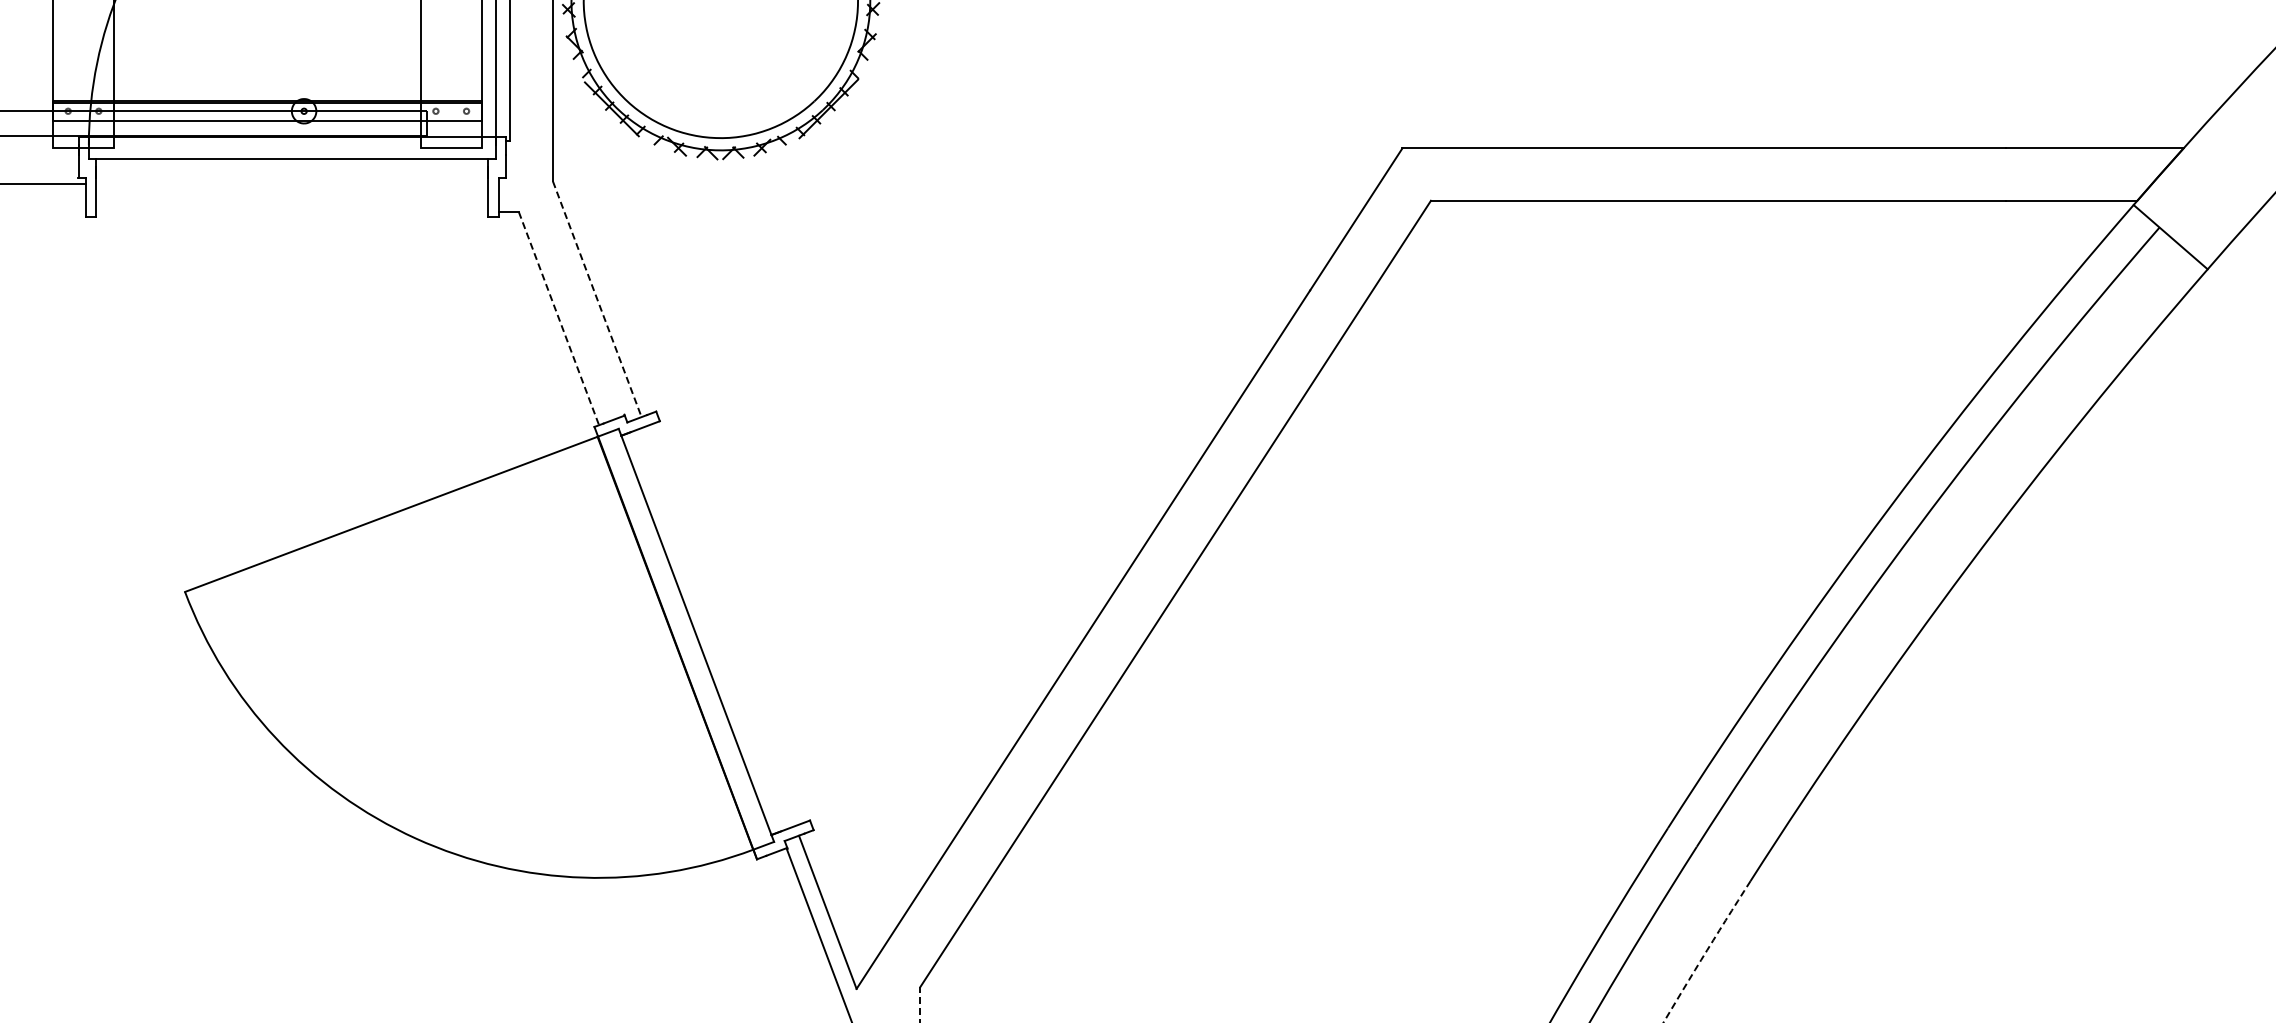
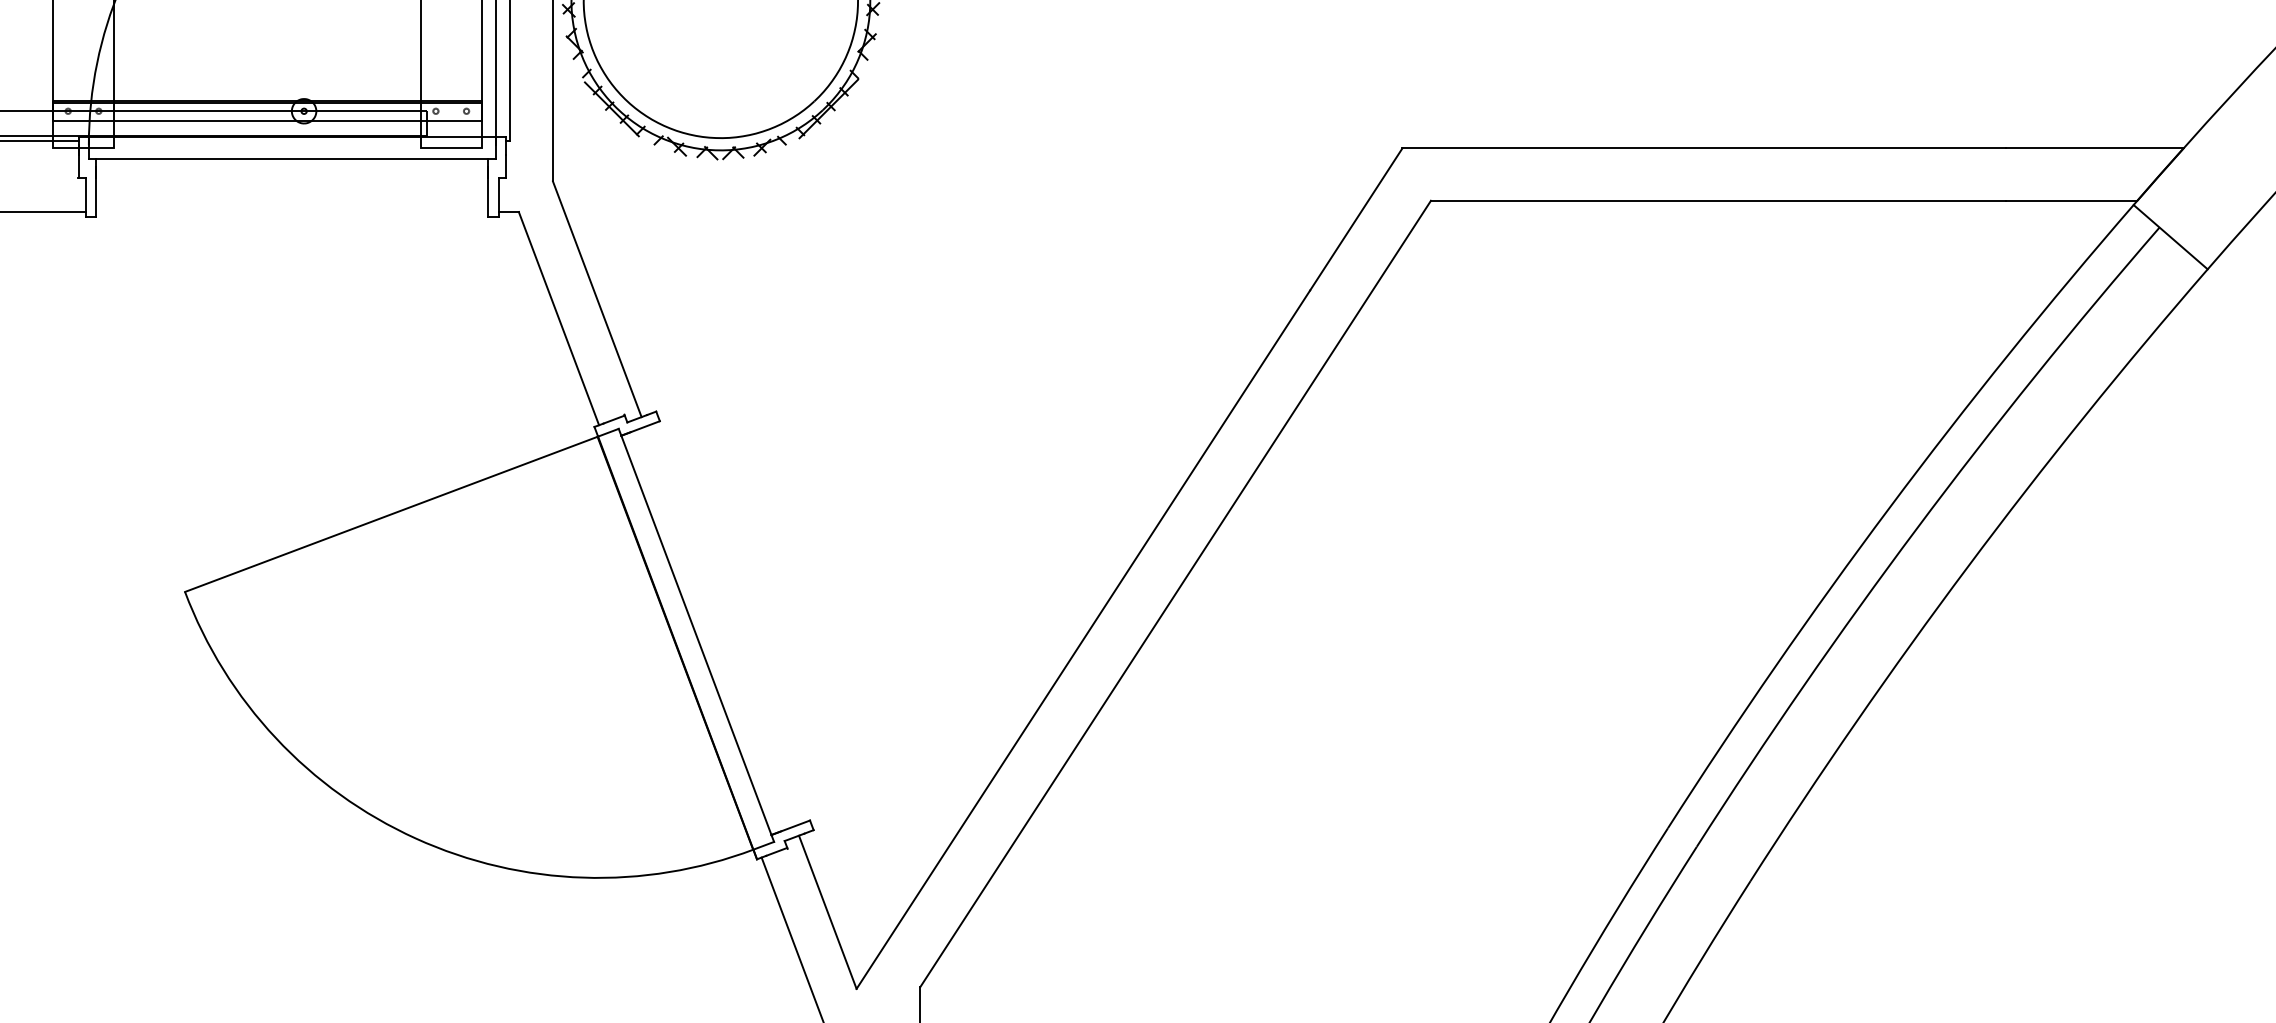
line at (40, 141): none -> present
line at (43, 184) position: (43, 184) -> (43, 212)
line at (597, 299): dashed -> solid
line at (558, 318): dashed -> solid
line at (818, 933) position: (818, 933) -> (791, 938)
arc at (1705, 952): dashed -> solid
line at (920, 1004): dashed -> solid
